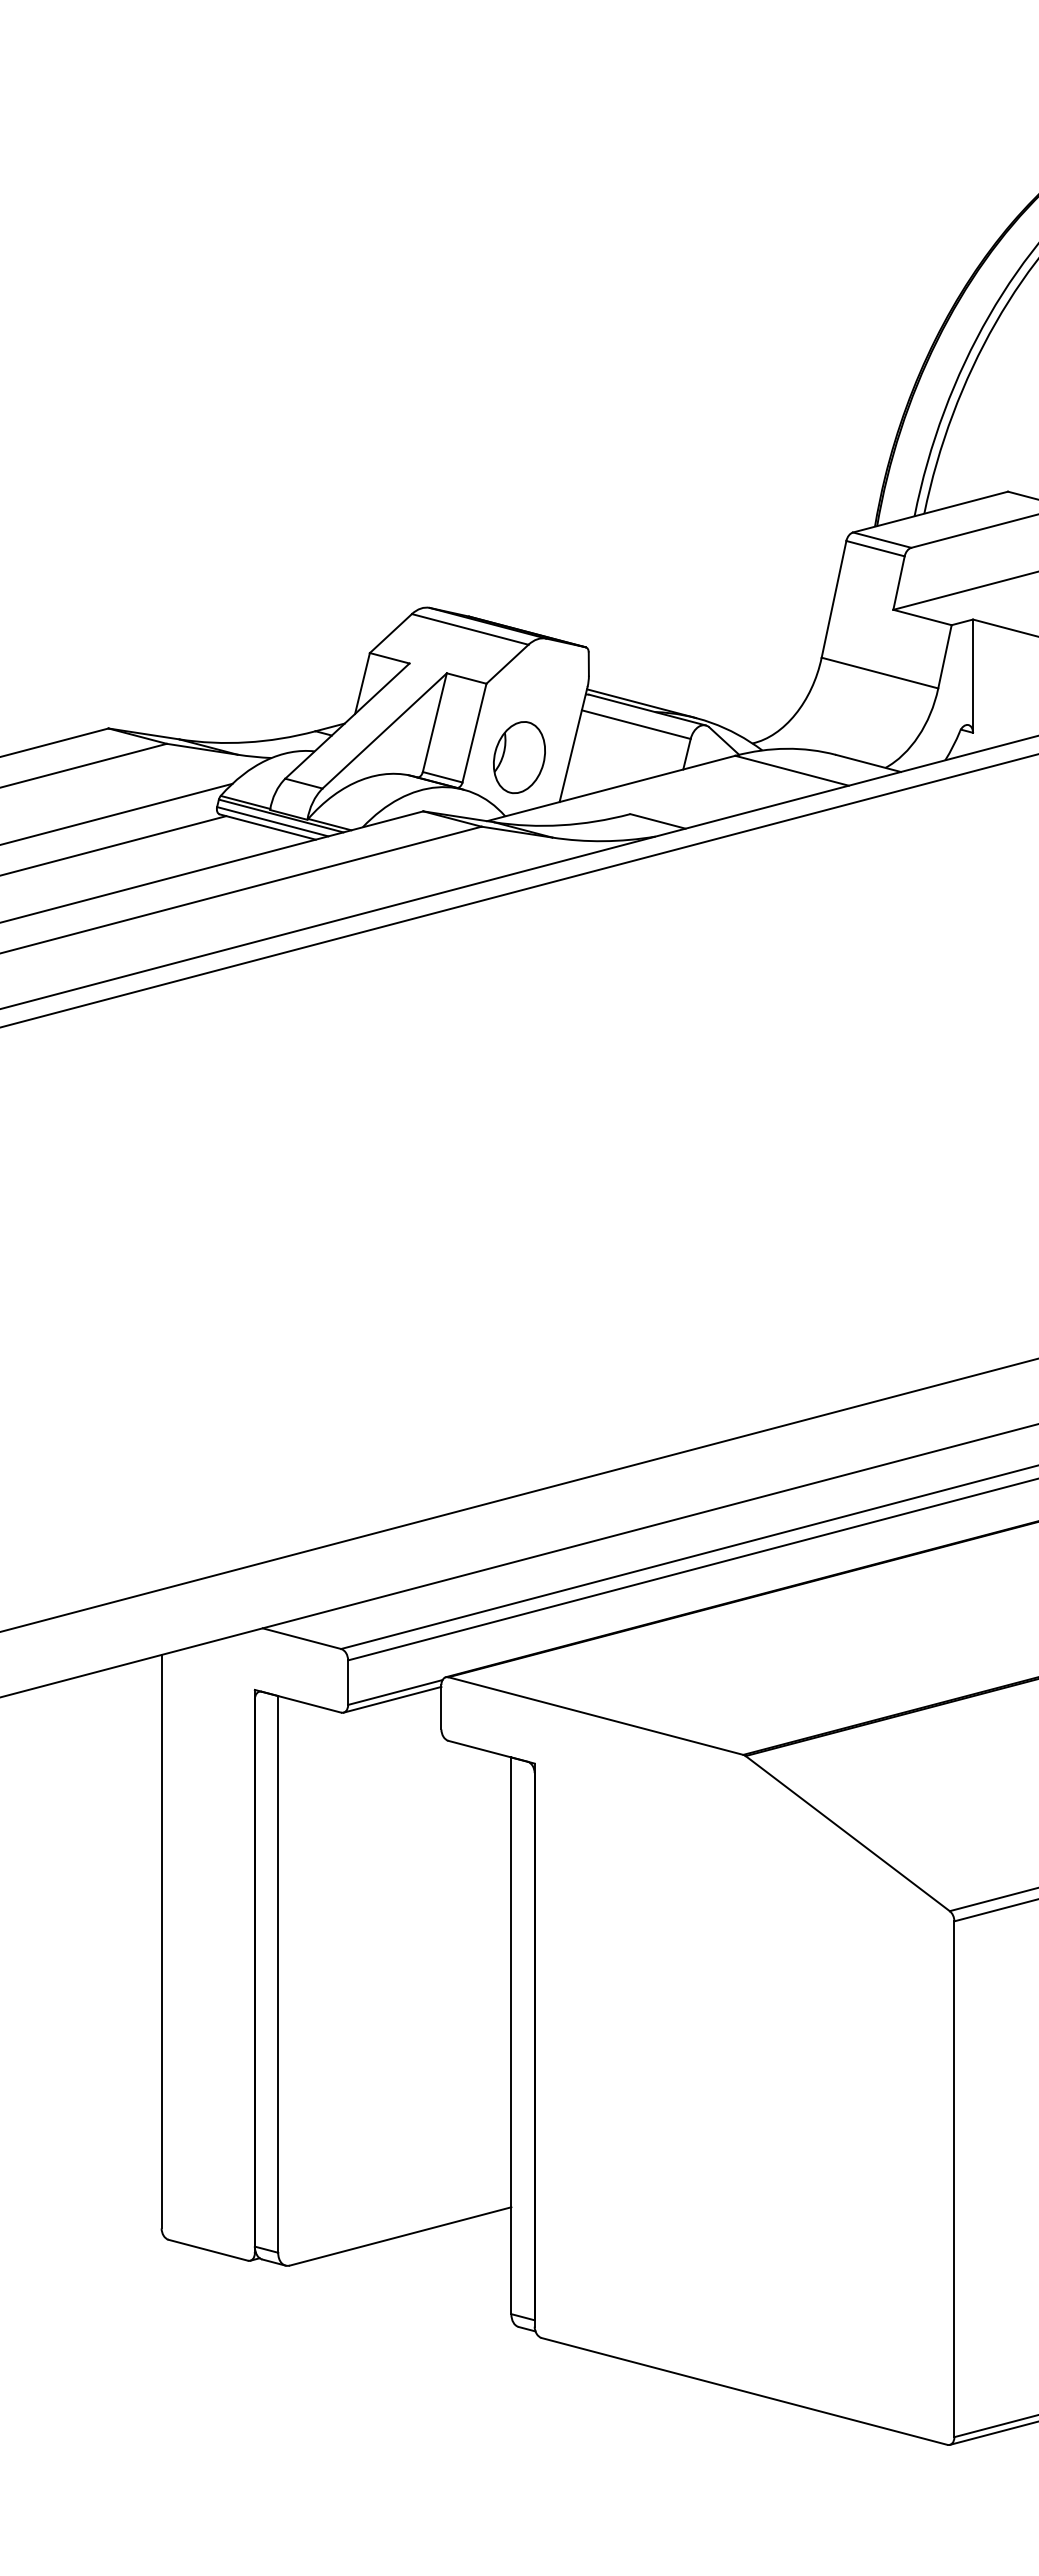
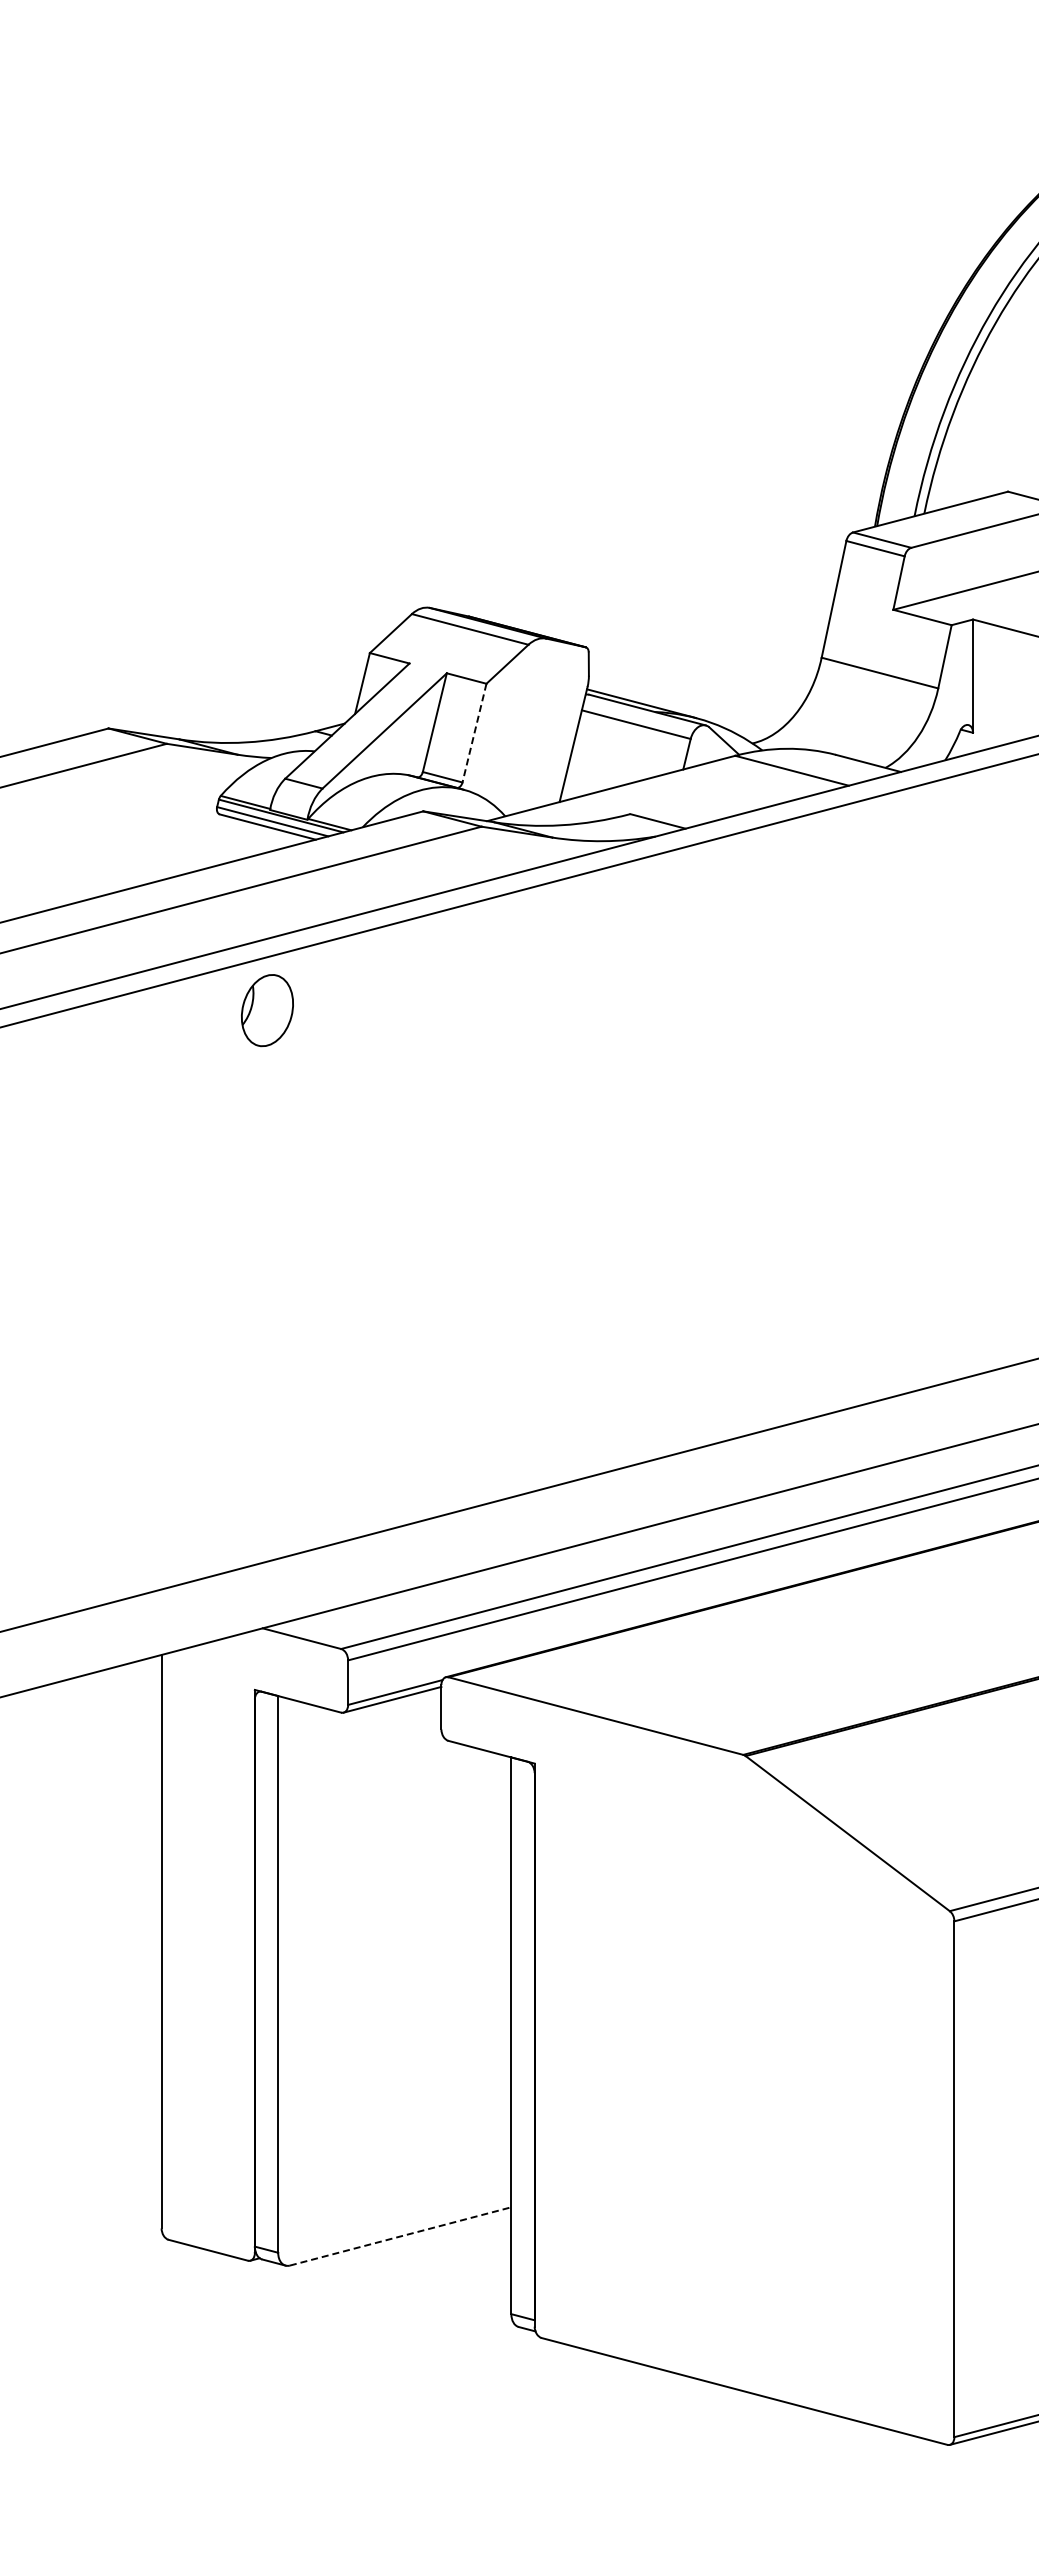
line at (474, 733): solid -> dashed
part at (519, 757) position: (519, 757) -> (267, 1010)
line at (117, 813): present -> none
line at (114, 845): present -> none
line at (400, 2236): solid -> dashed
